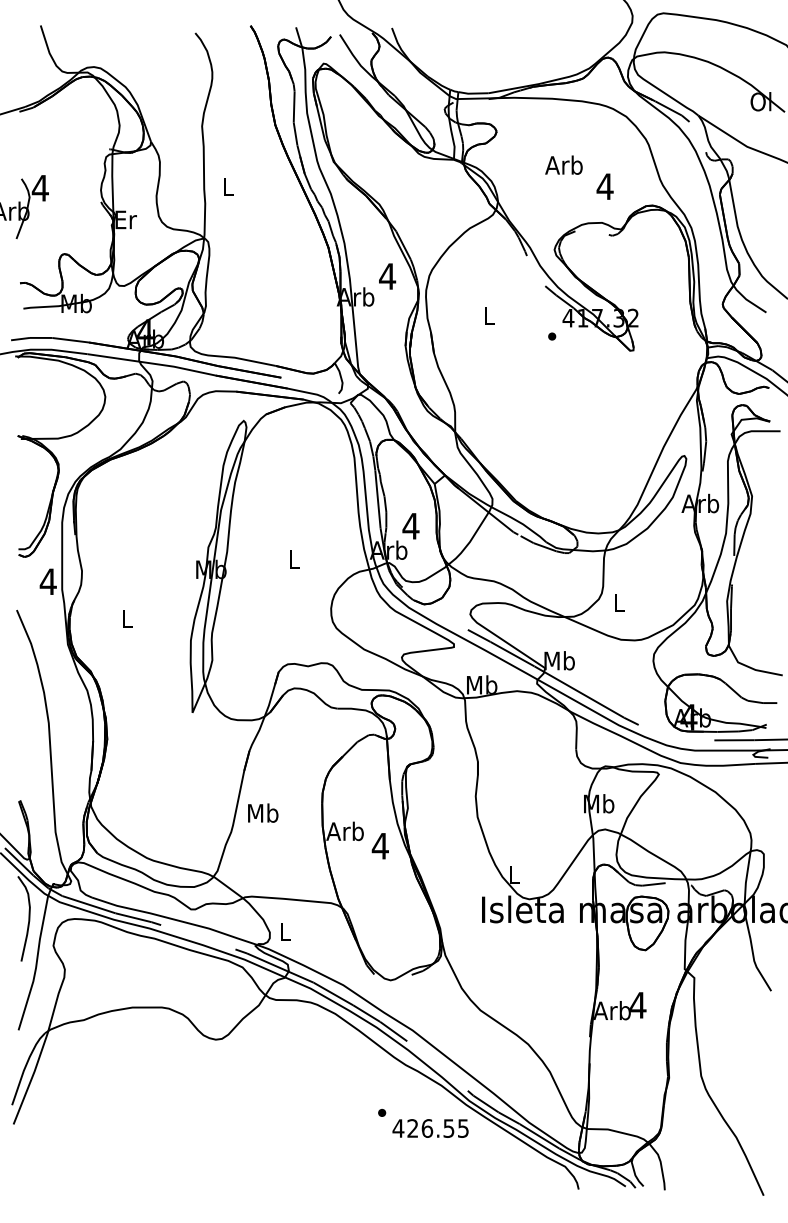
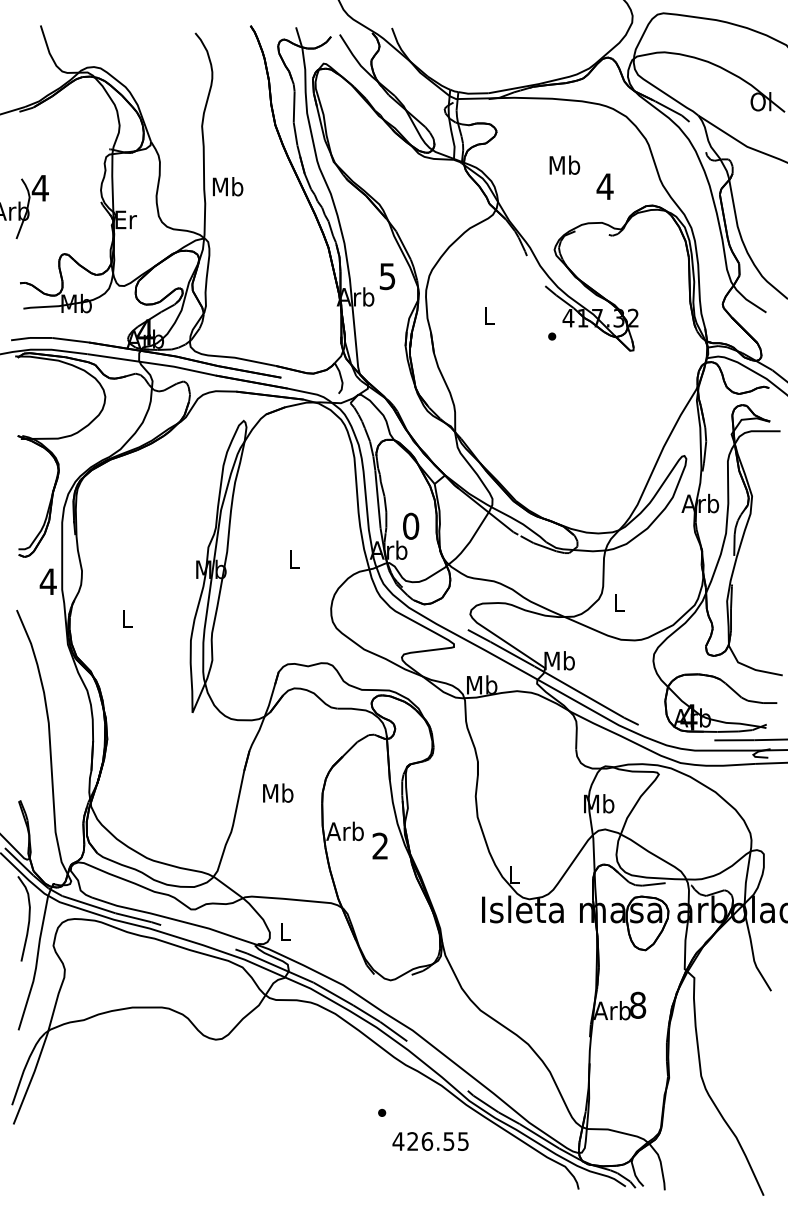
text at (563, 164): Arb -> Mb
text at (227, 186): L -> Mb
text at (387, 276): 4 -> 5
text at (410, 525): 4 -> 0
text at (263, 812) position: (263, 812) -> (278, 792)
text at (379, 845): 4 -> 2
text at (638, 1004): 4 -> 8
text at (430, 1128) position: (430, 1128) -> (430, 1141)
